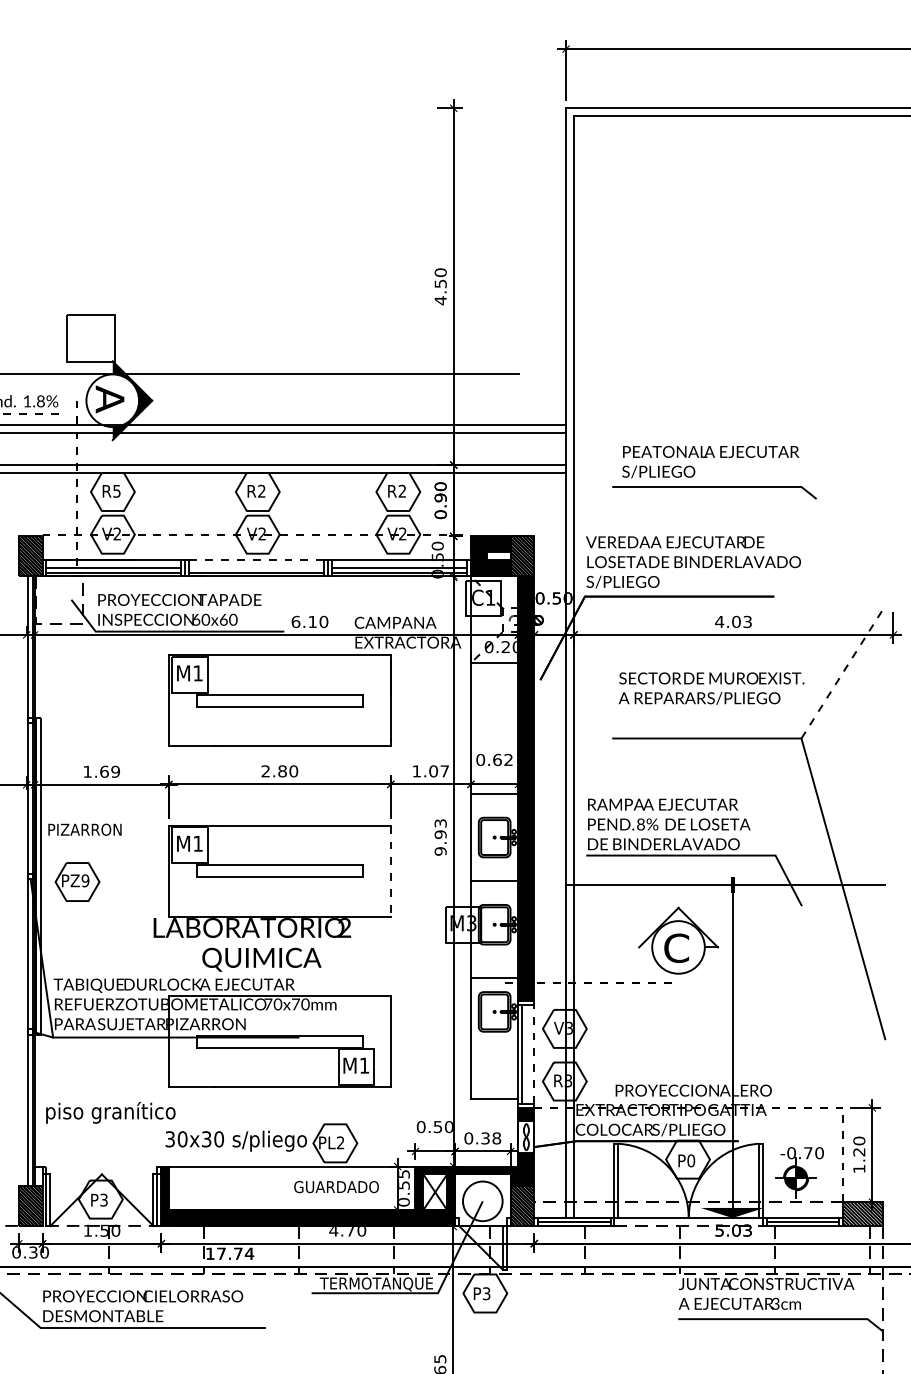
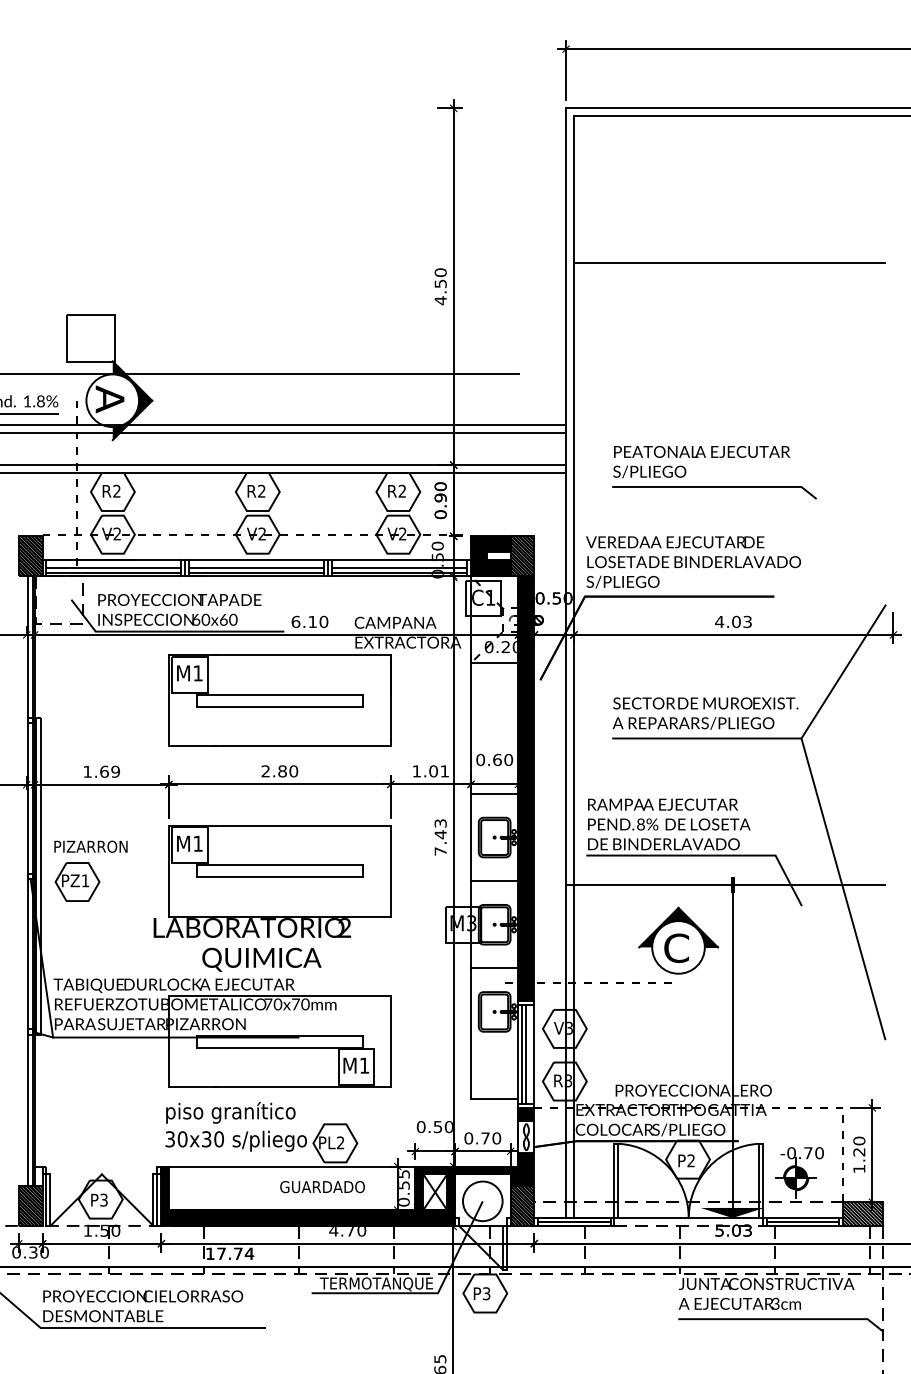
line at (729, 262): none -> present
line at (29, 414): dashed -> solid
text at (710, 462) position: (710, 462) -> (701, 462)
text at (116, 490): R5 -> R2
line at (256, 560): dashed -> solid
line at (256, 568): none -> present
line at (843, 672): dashed -> solid
text at (711, 688) position: (711, 688) -> (705, 713)
text at (508, 760): 0.62 -> 0.60
text at (444, 771): 1.07 -> 1.01
text at (84, 829) position: (84, 829) -> (90, 846)
text at (440, 842): 9.93 -> 7.43
line at (390, 871): dashed -> solid
text at (85, 880): PZ9 -> PZ1
fill at (678, 927): none -> present
line at (494, 978) position: (494, 978) -> (494, 968)
line at (526, 1053): none -> present
line at (534, 1054): dashed -> solid
text at (110, 1112) position: (110, 1112) -> (230, 1112)
text at (491, 1138): 0.38 -> 0.70
text at (691, 1160): P0 -> P2
text at (336, 1187) position: (336, 1187) -> (322, 1187)
